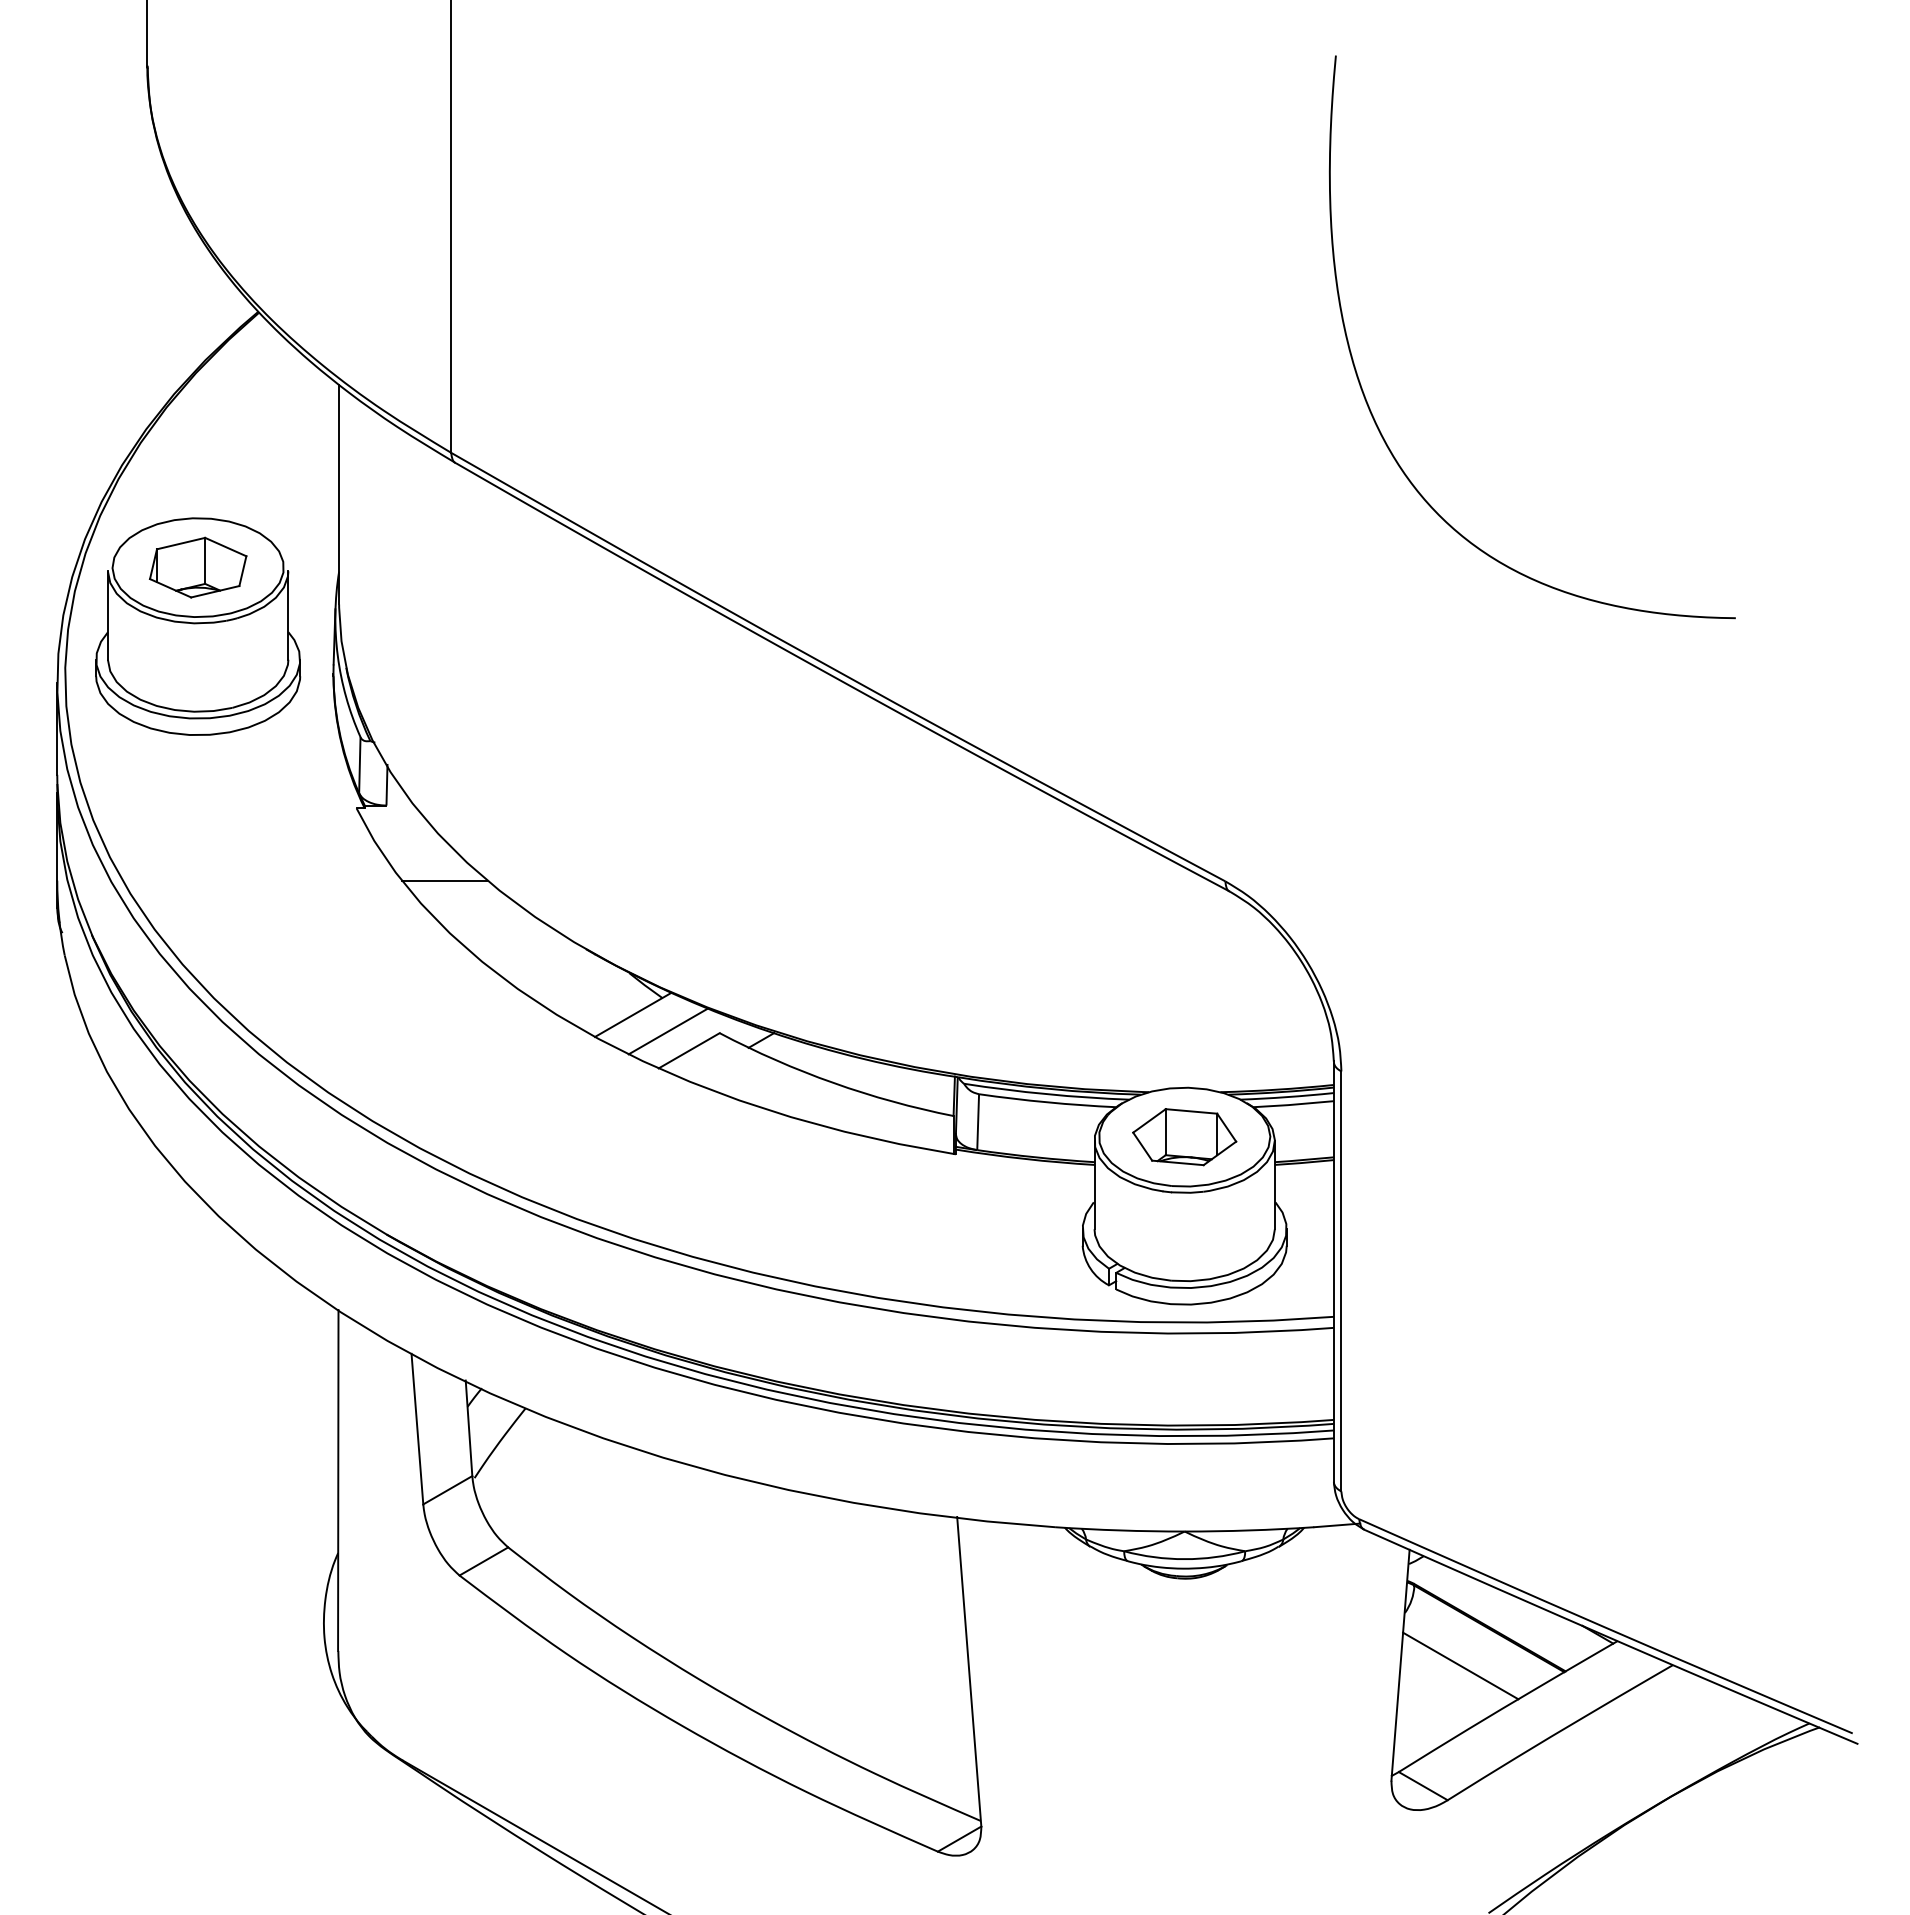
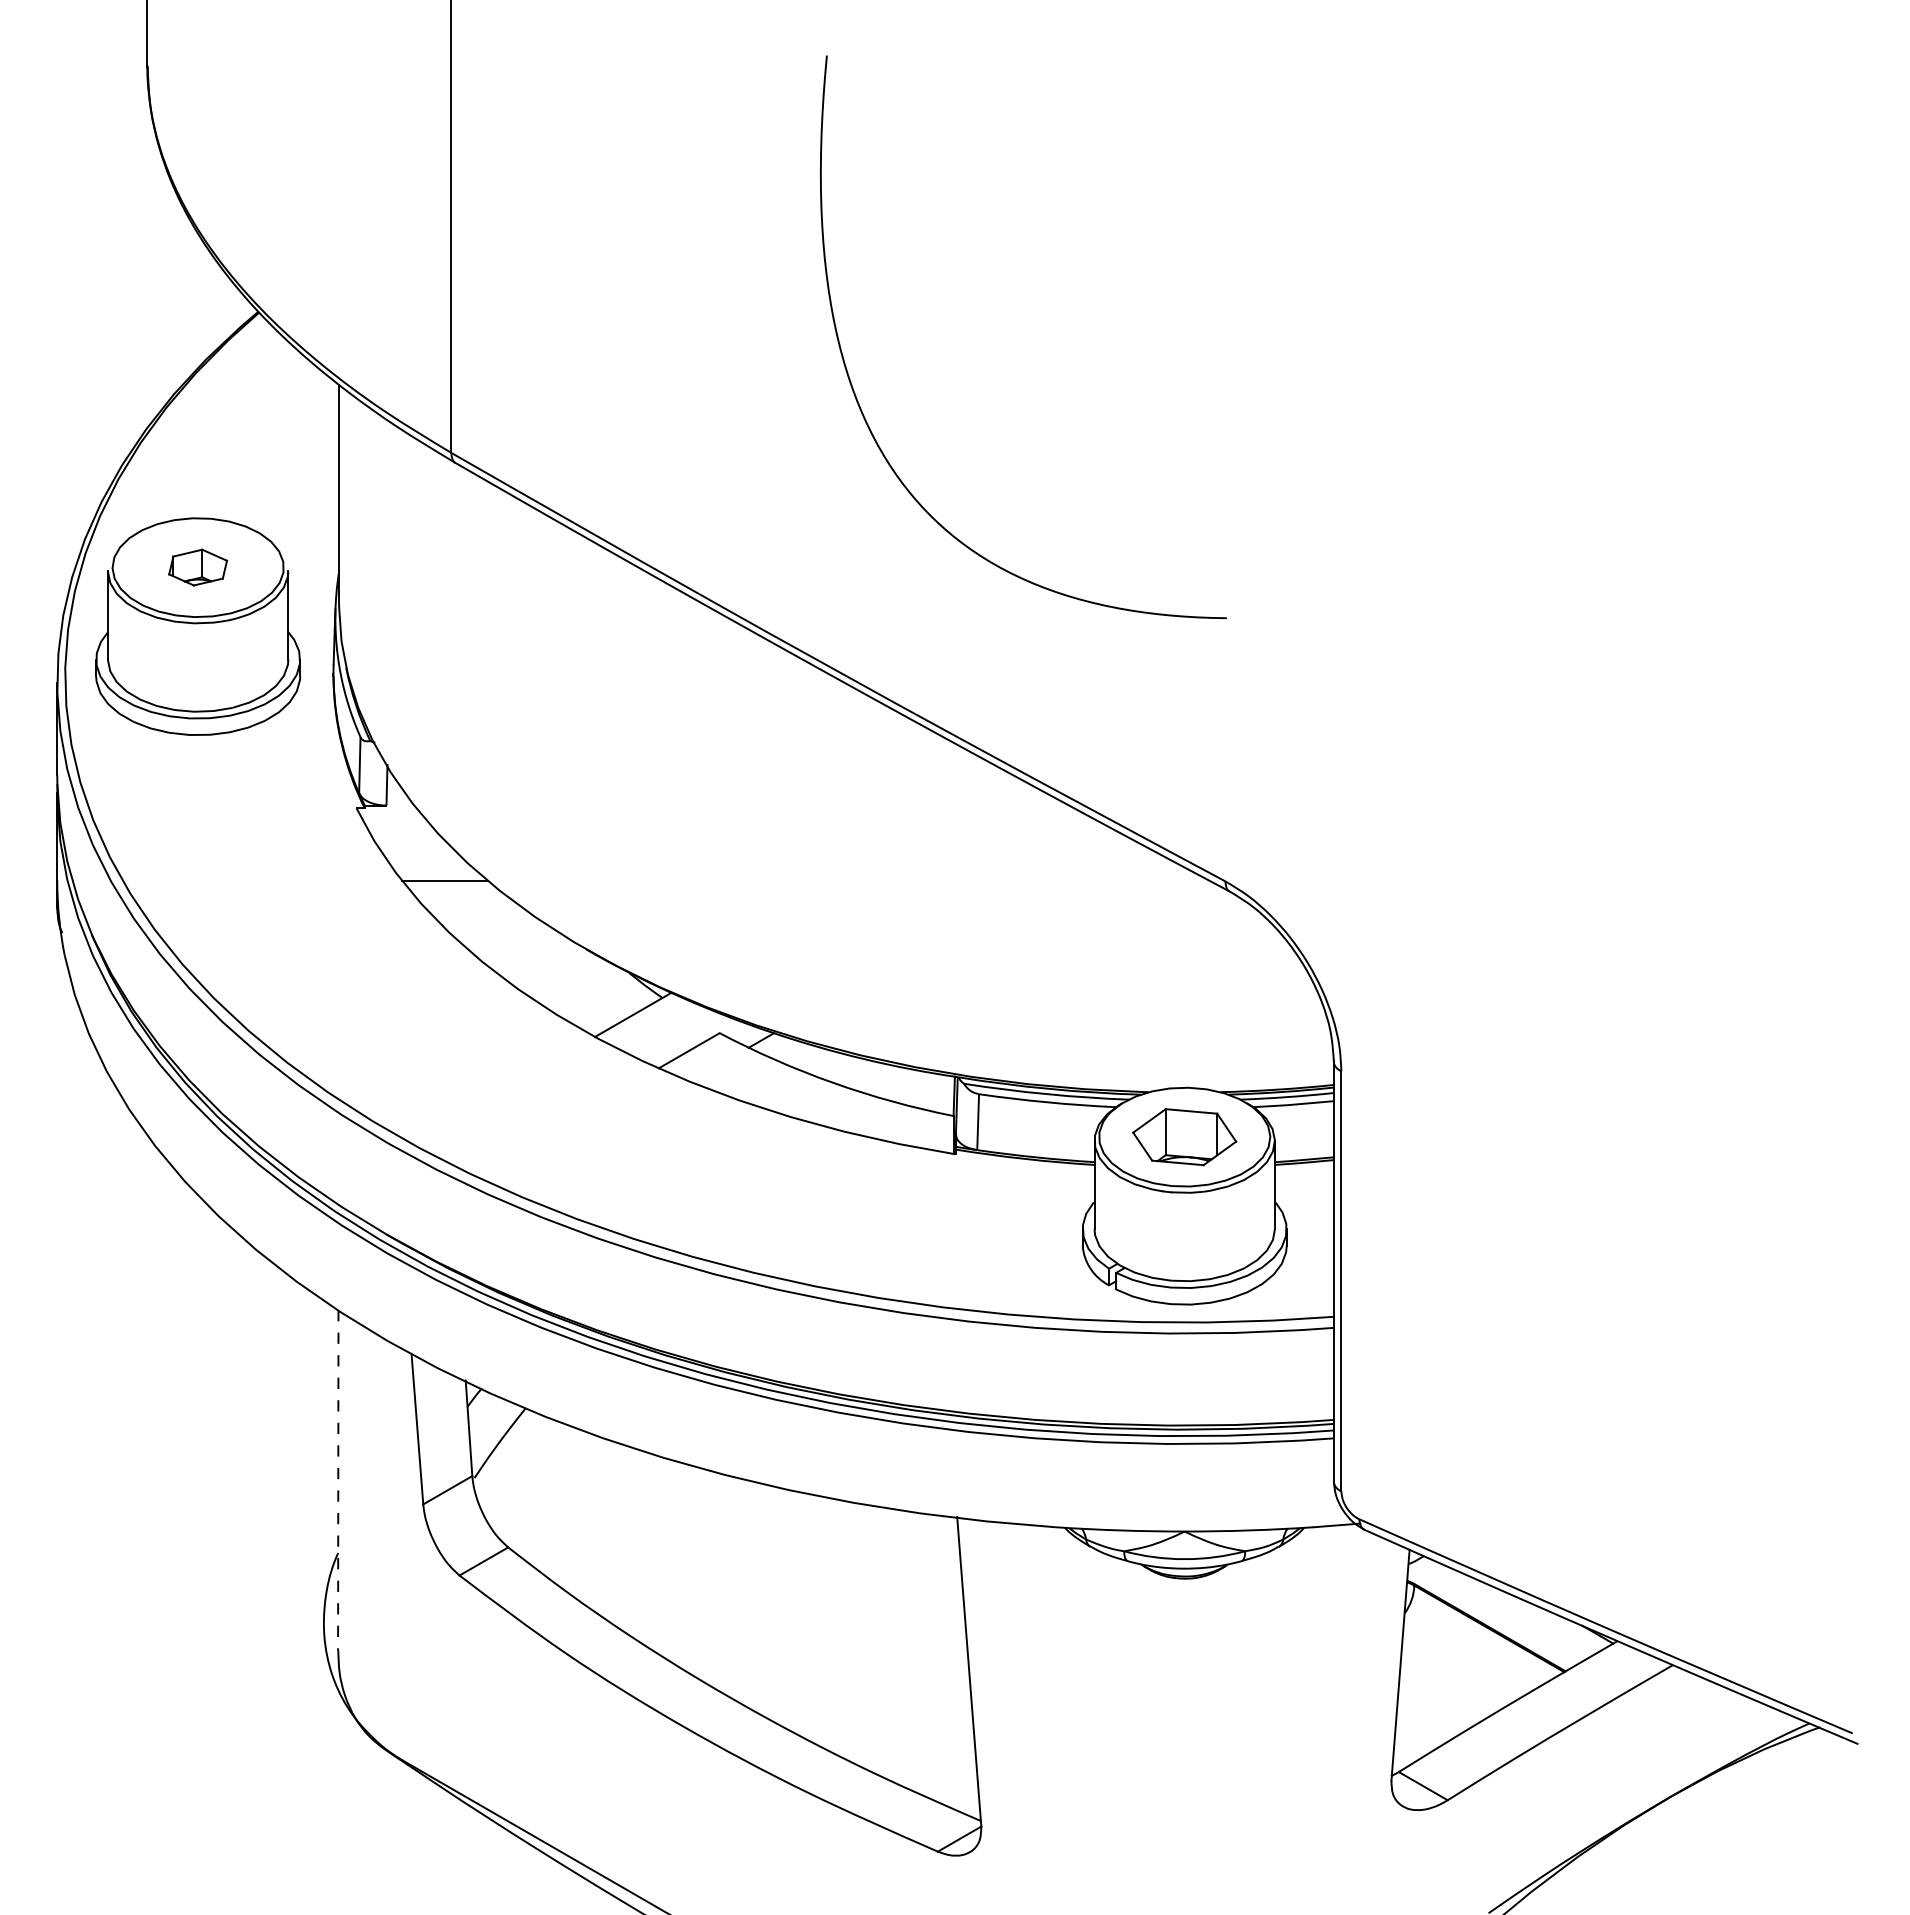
curve at (1365, 395) position: (1365, 395) -> (856, 395)
part at (197, 567) size: 100x63 px -> 61x39 px
line at (667, 1031): present -> none
line at (338, 1480): solid -> dashed
line at (1460, 1665): present -> none
